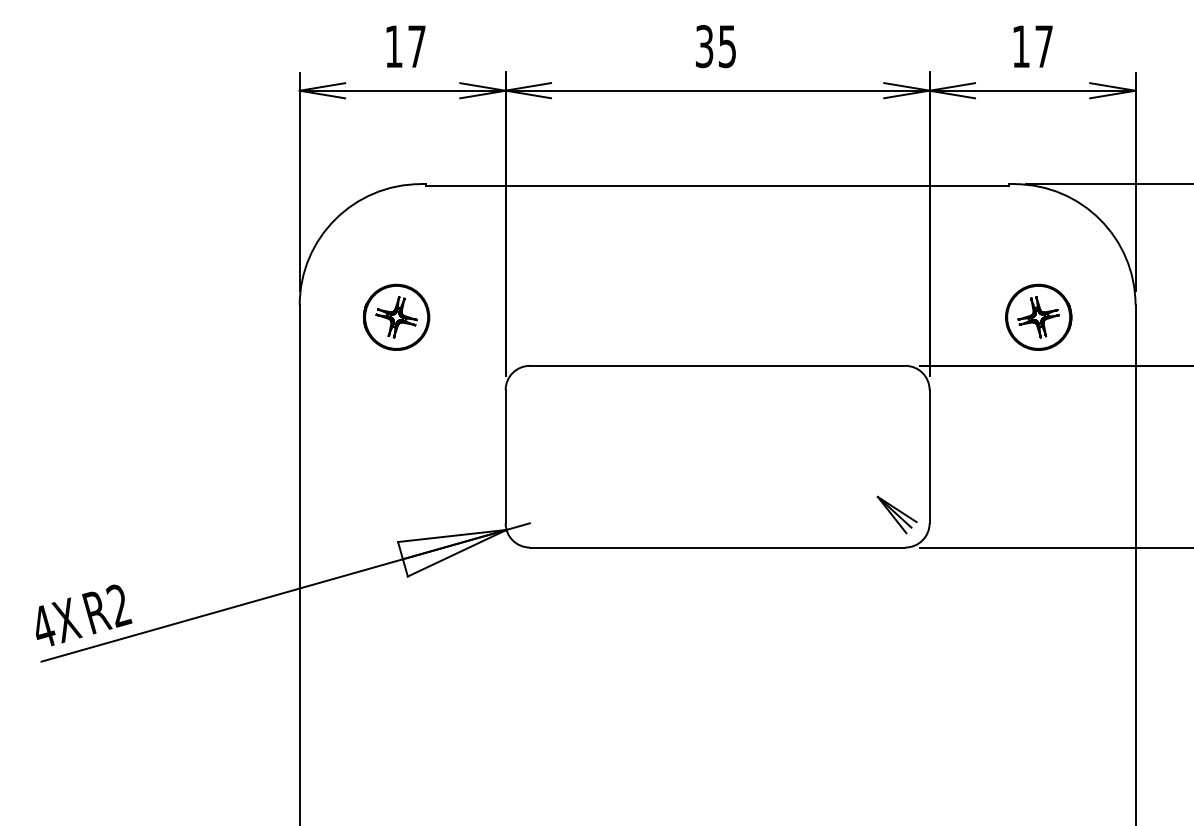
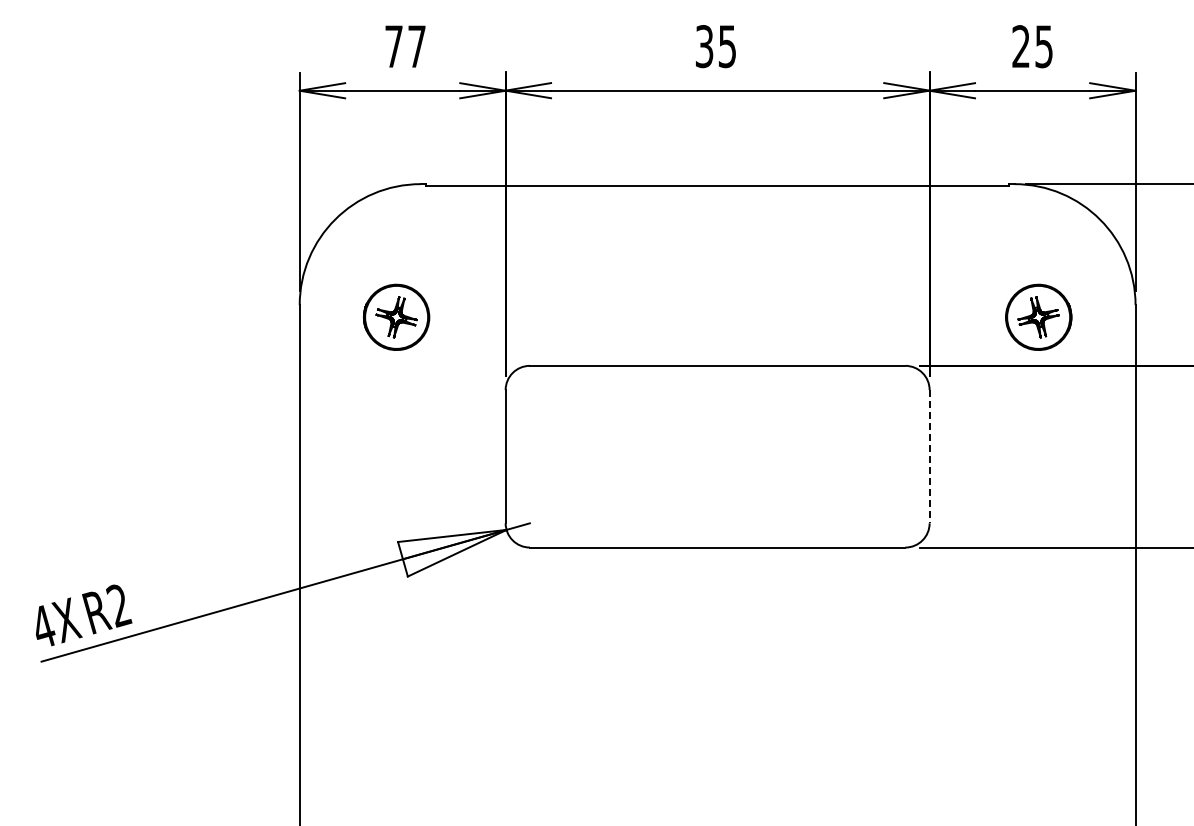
text at (393, 46): 17 -> 77
text at (1032, 46): 17 -> 25
line at (929, 456): solid -> dashed
part at (896, 514): present -> none
